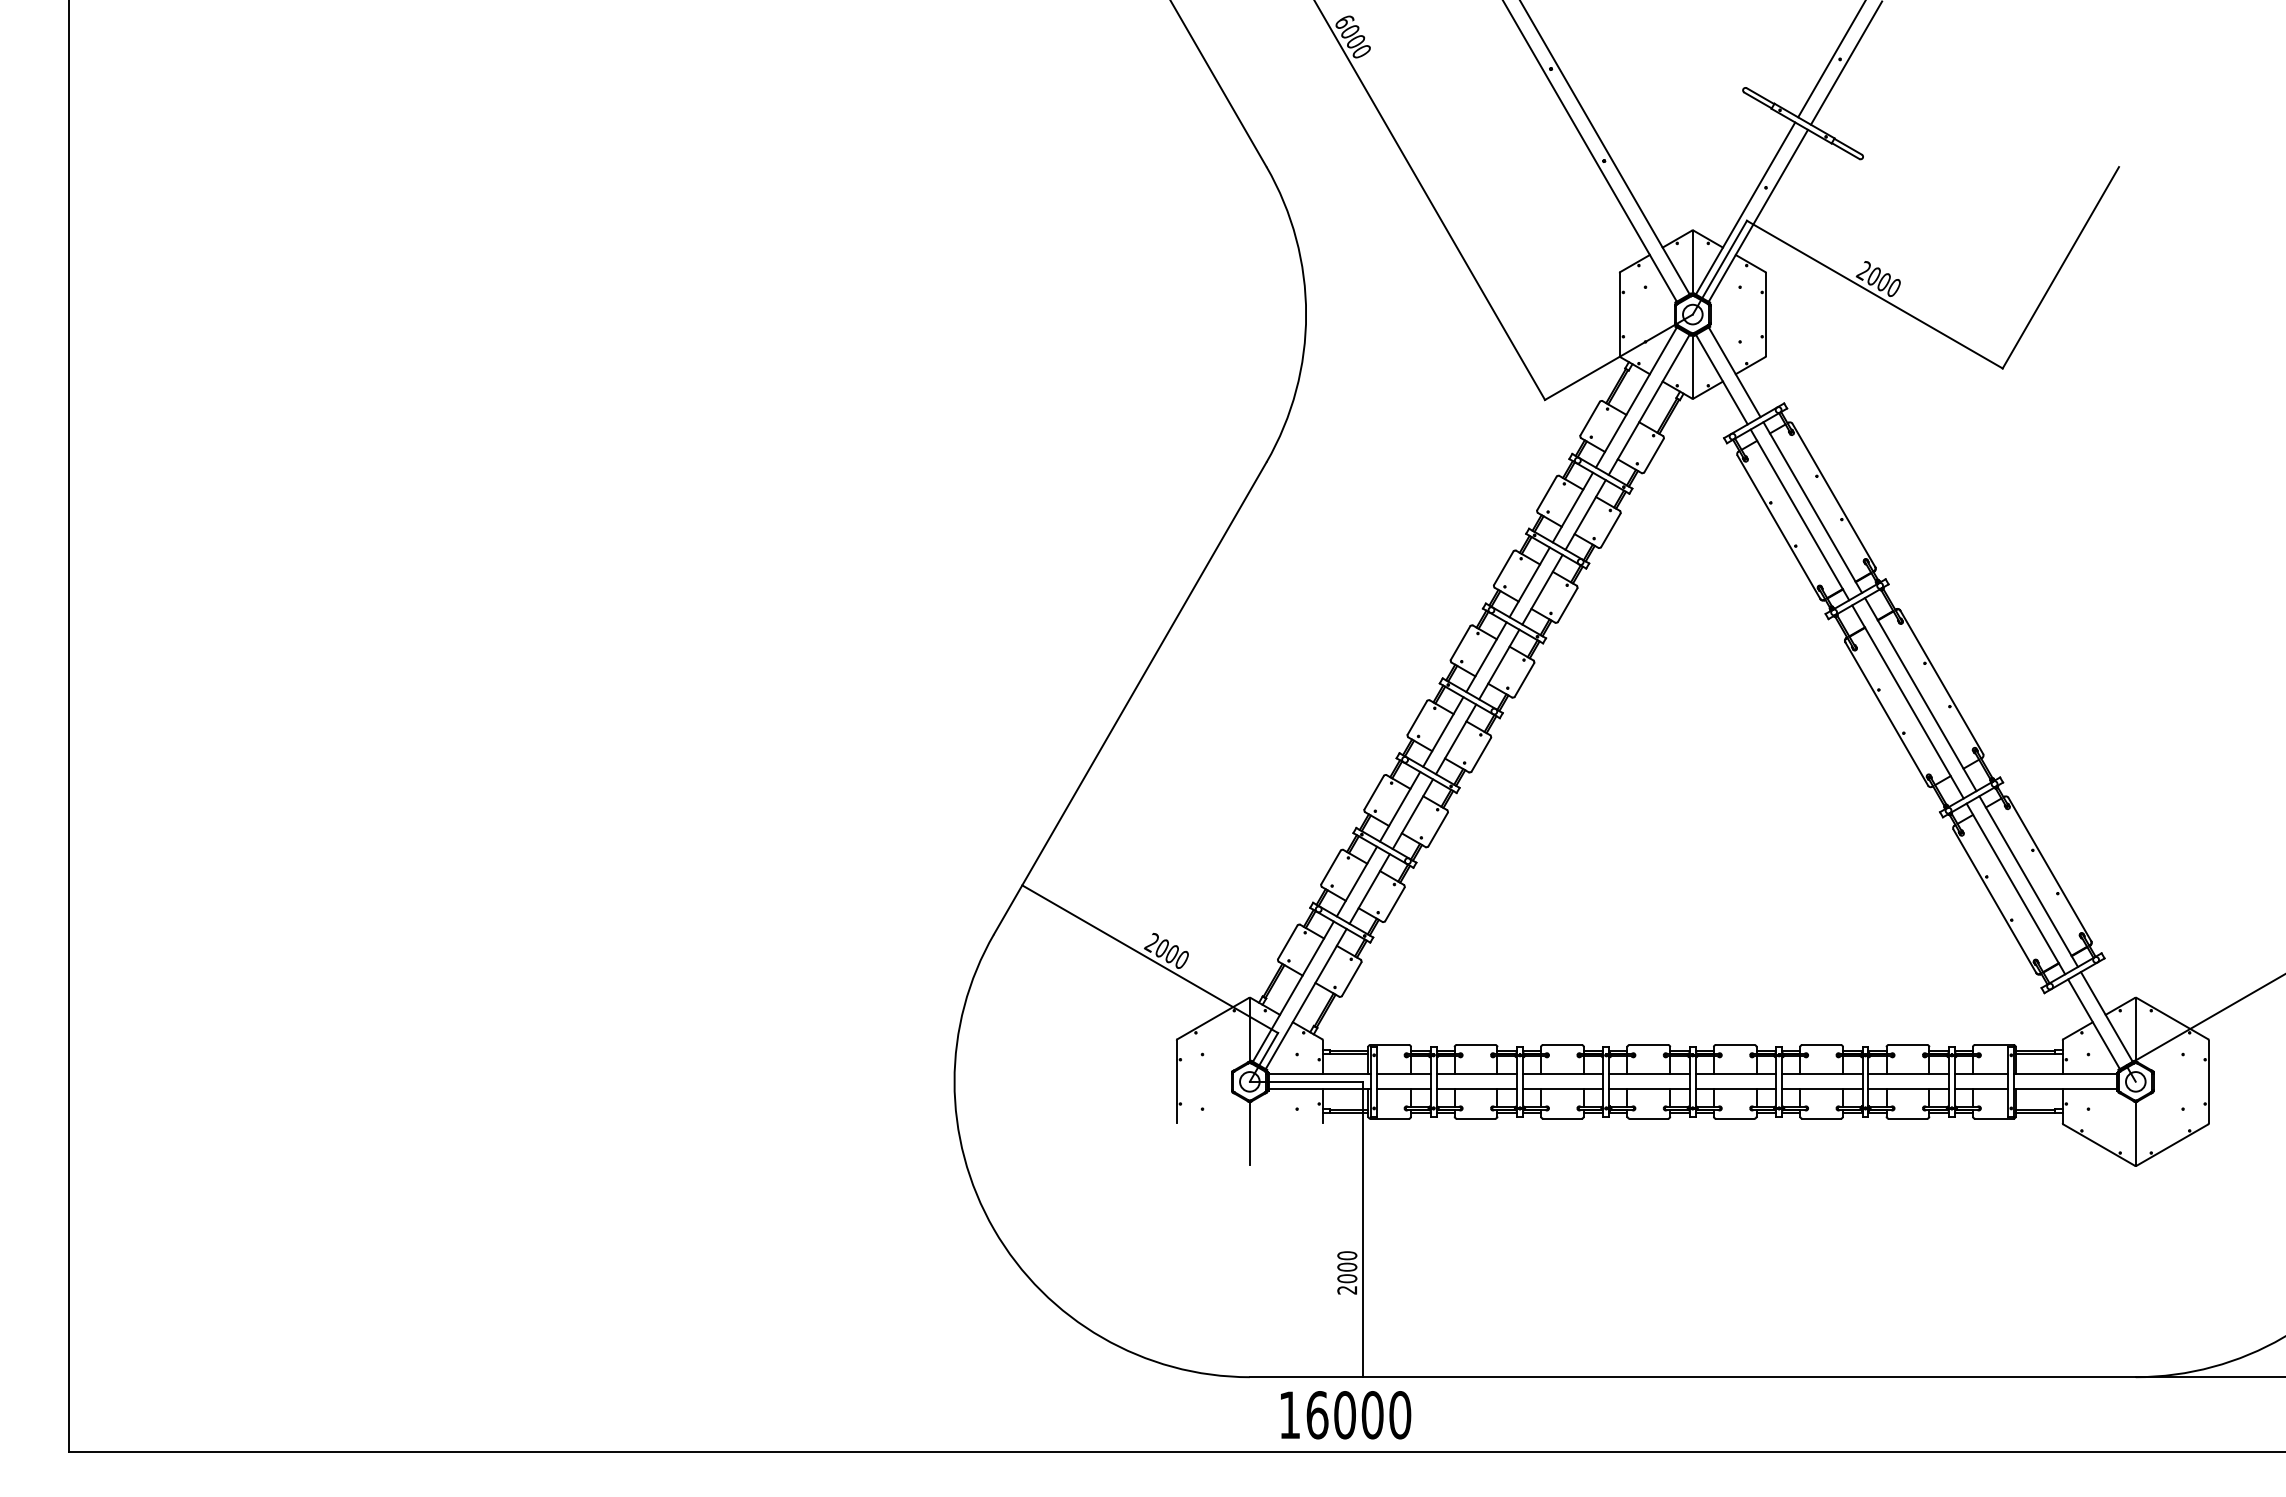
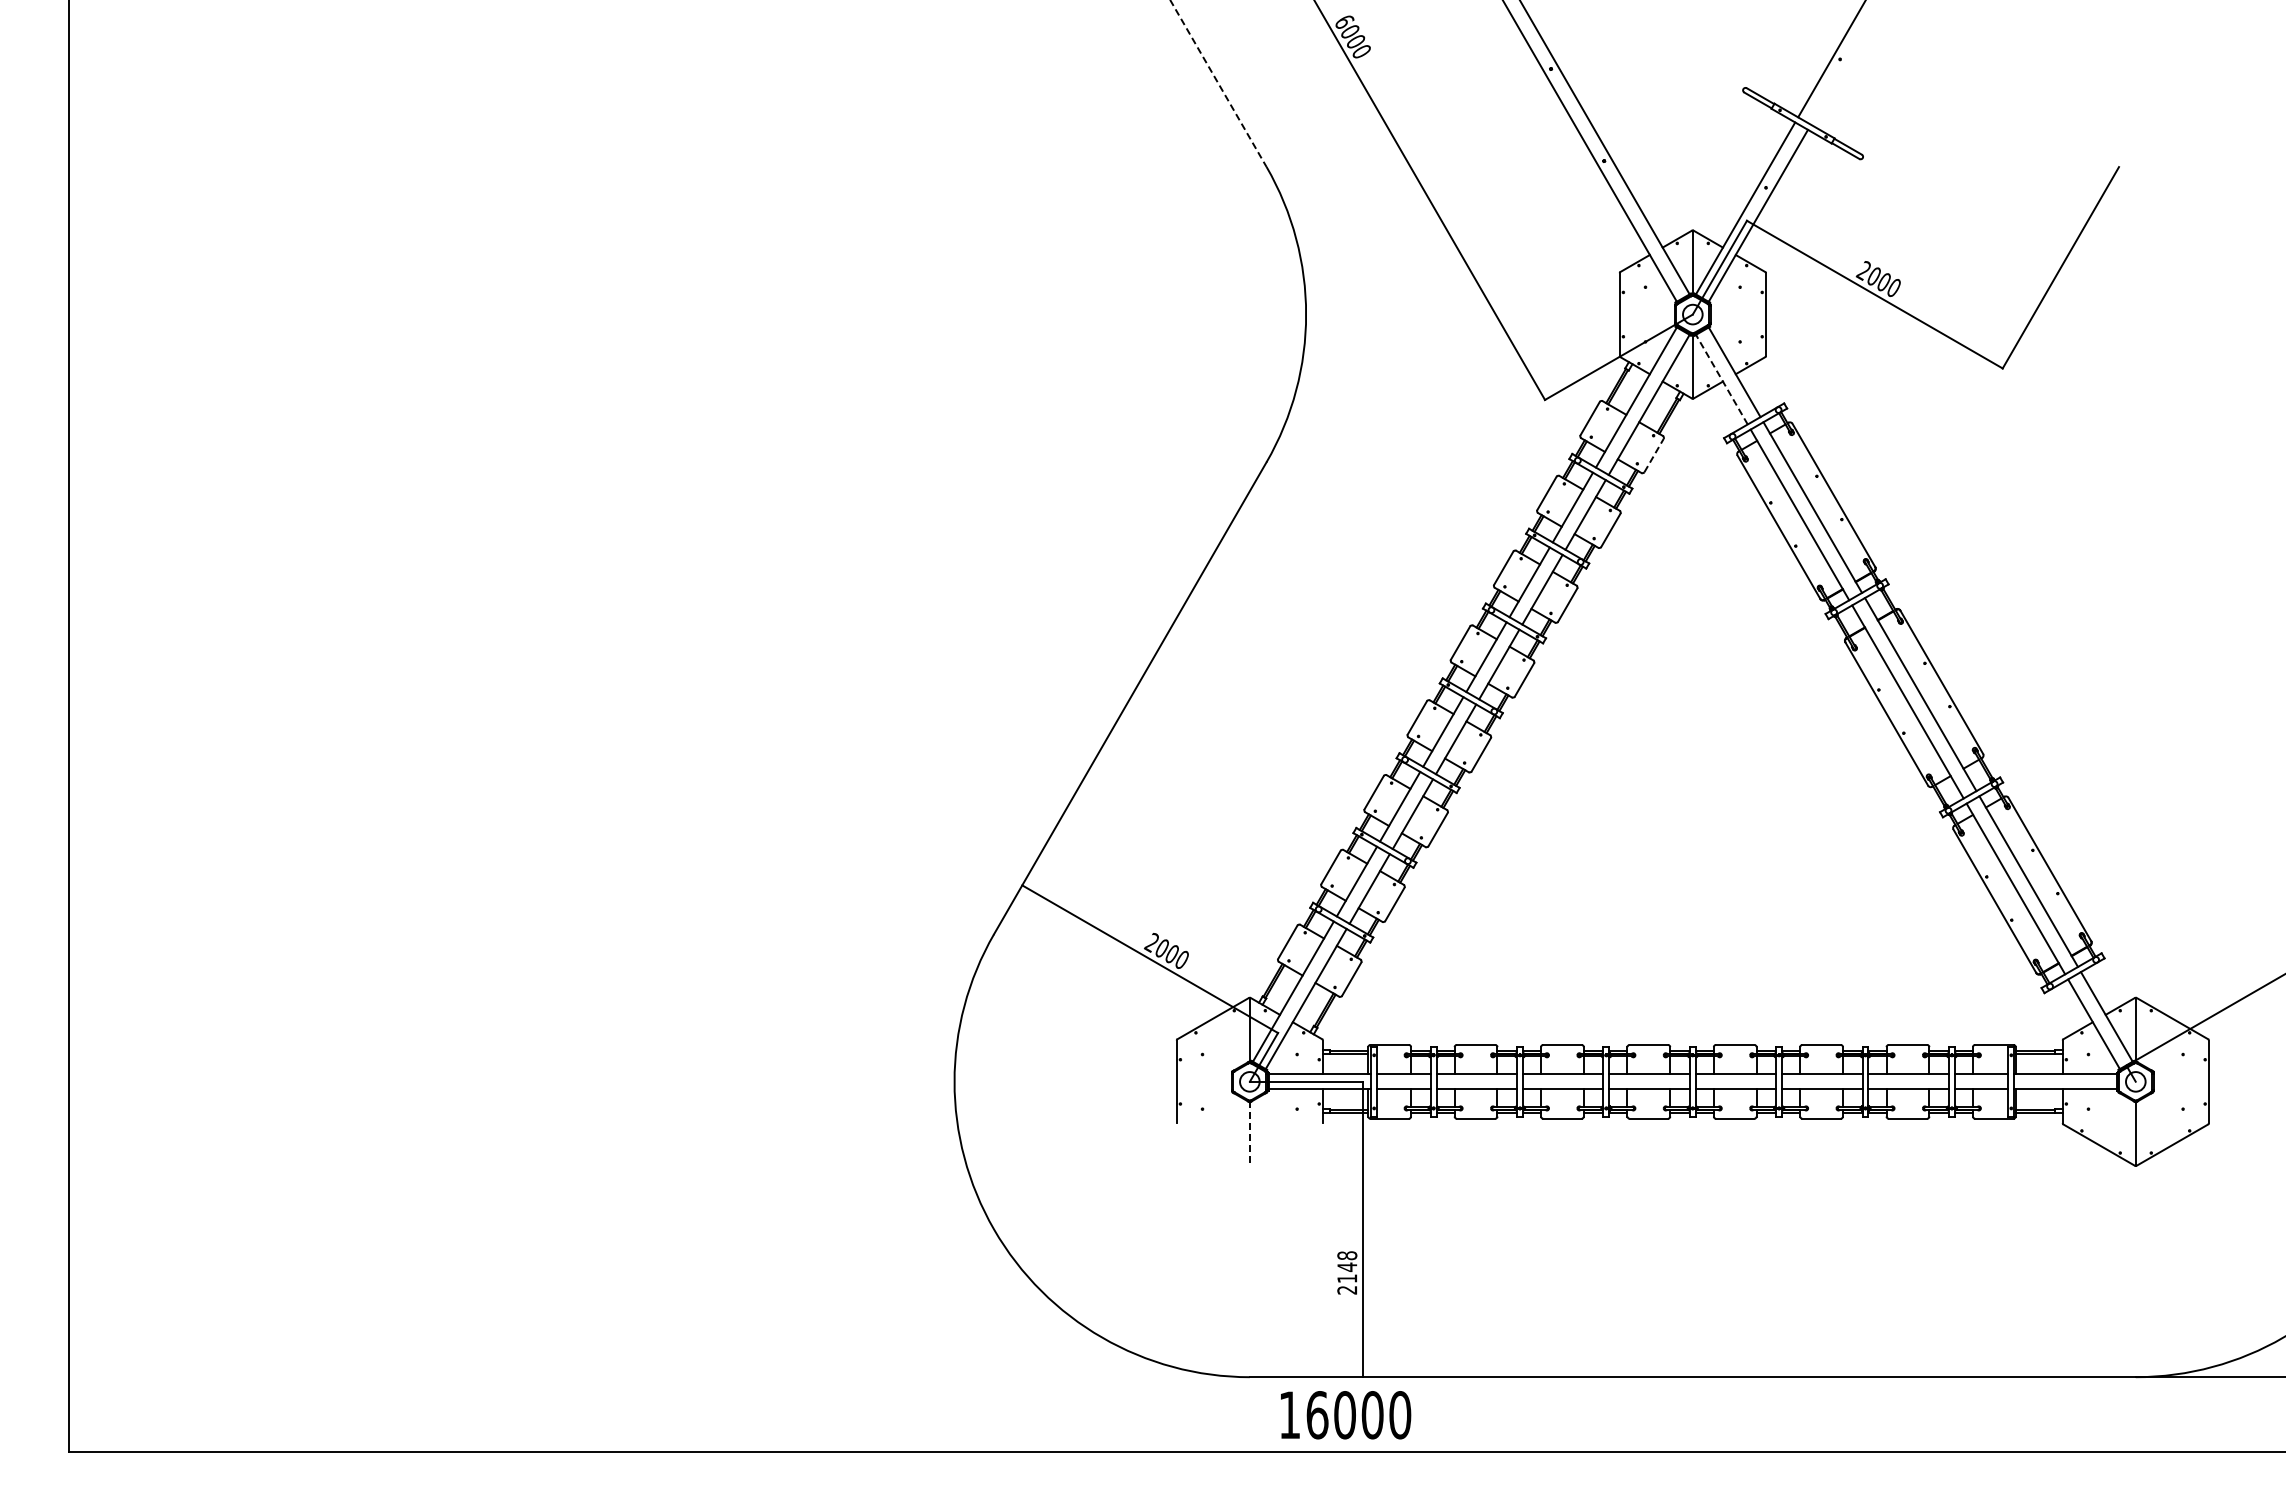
line at (1845, 63): present -> none
line at (1218, 83): solid -> dashed
line at (1721, 379): solid -> dashed
line at (1654, 455): solid -> dashed
line at (1249, 1133): solid -> dashed
text at (1347, 1267): 2000 -> 2148
